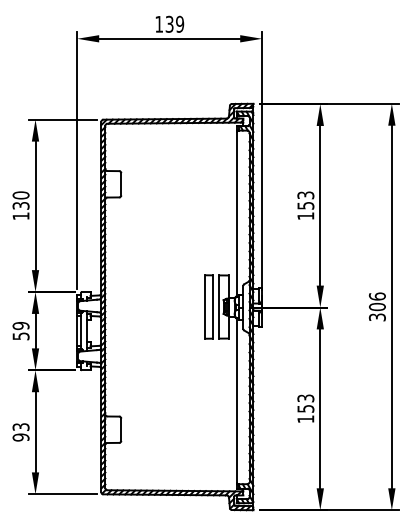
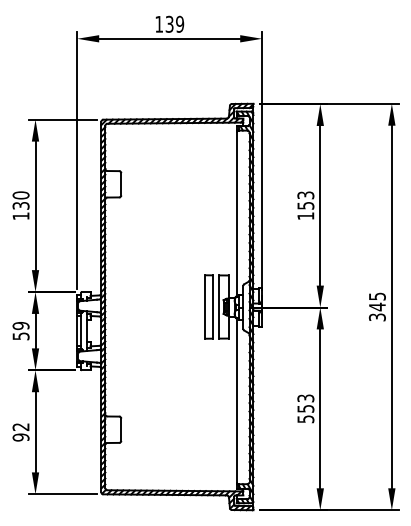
text at (376, 301): 306 -> 345
text at (305, 419): 153 -> 553
text at (21, 426): 93 -> 92
